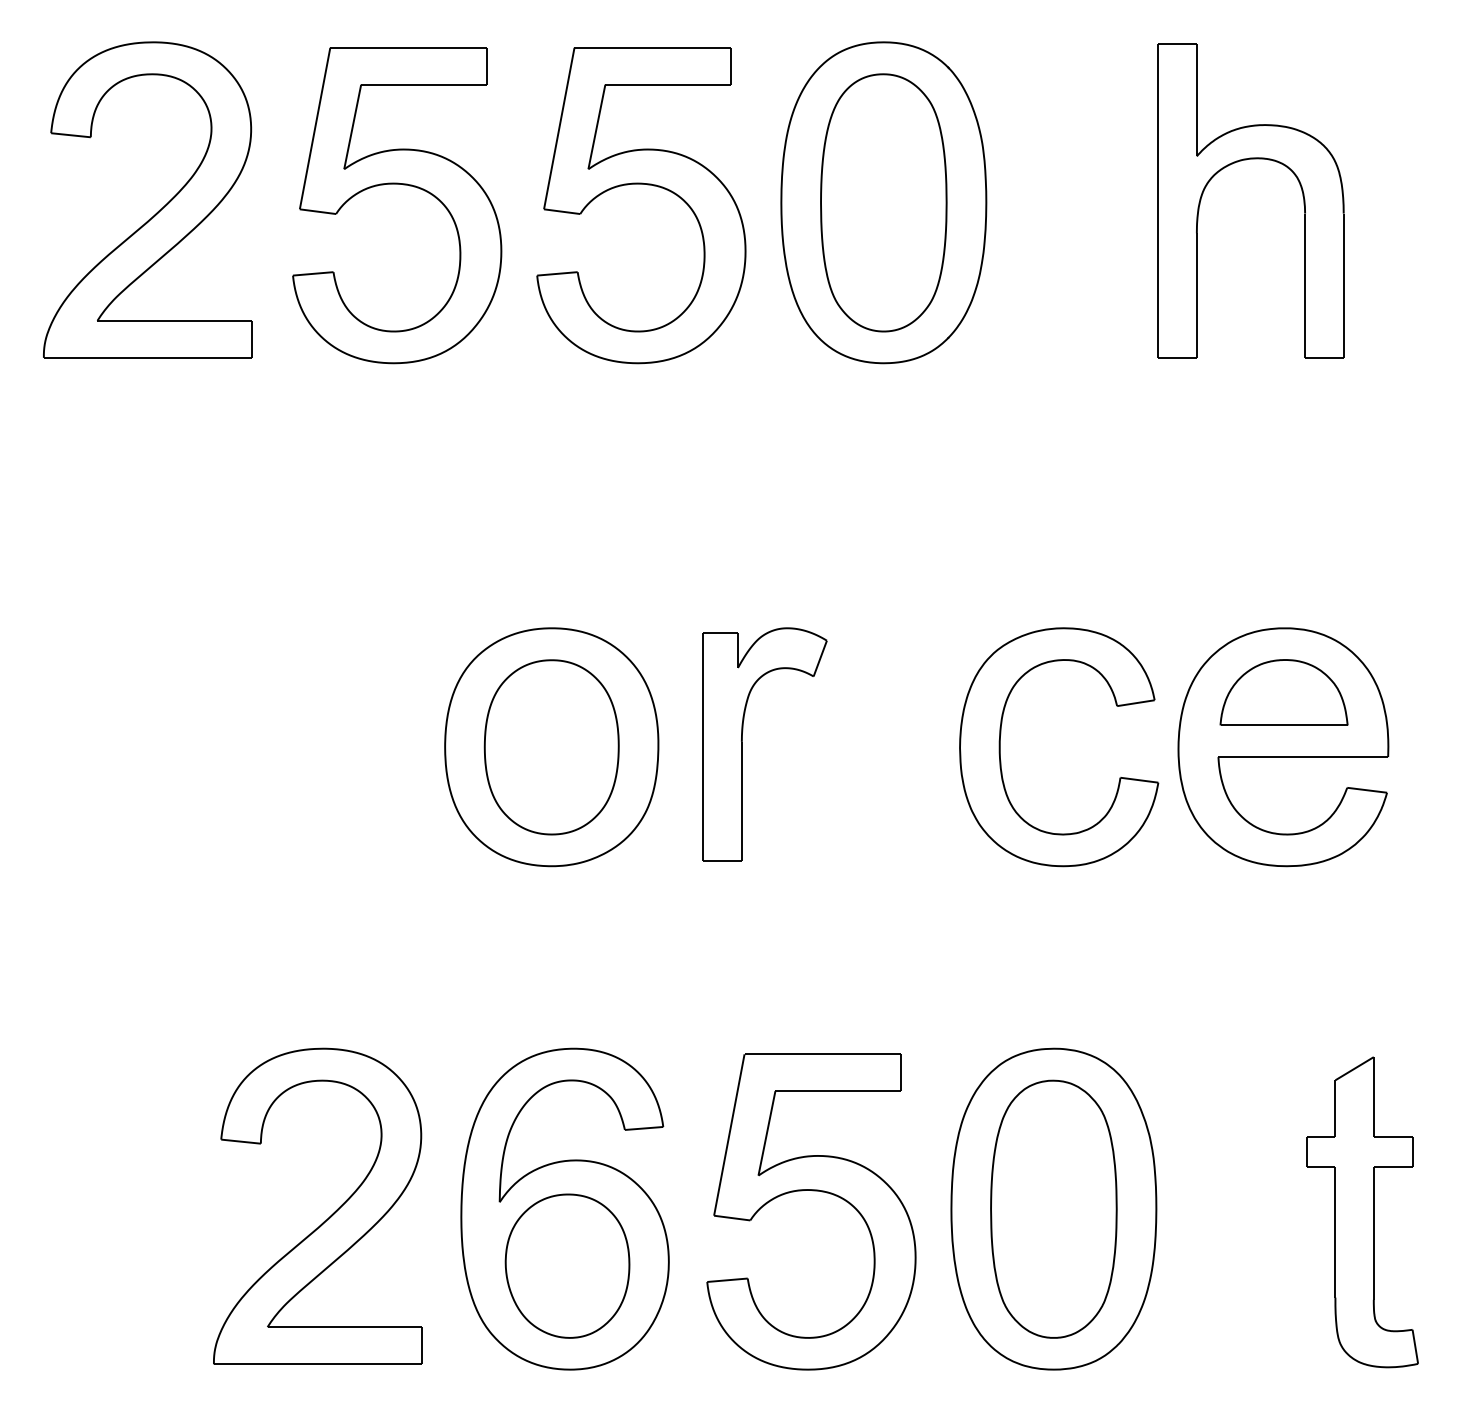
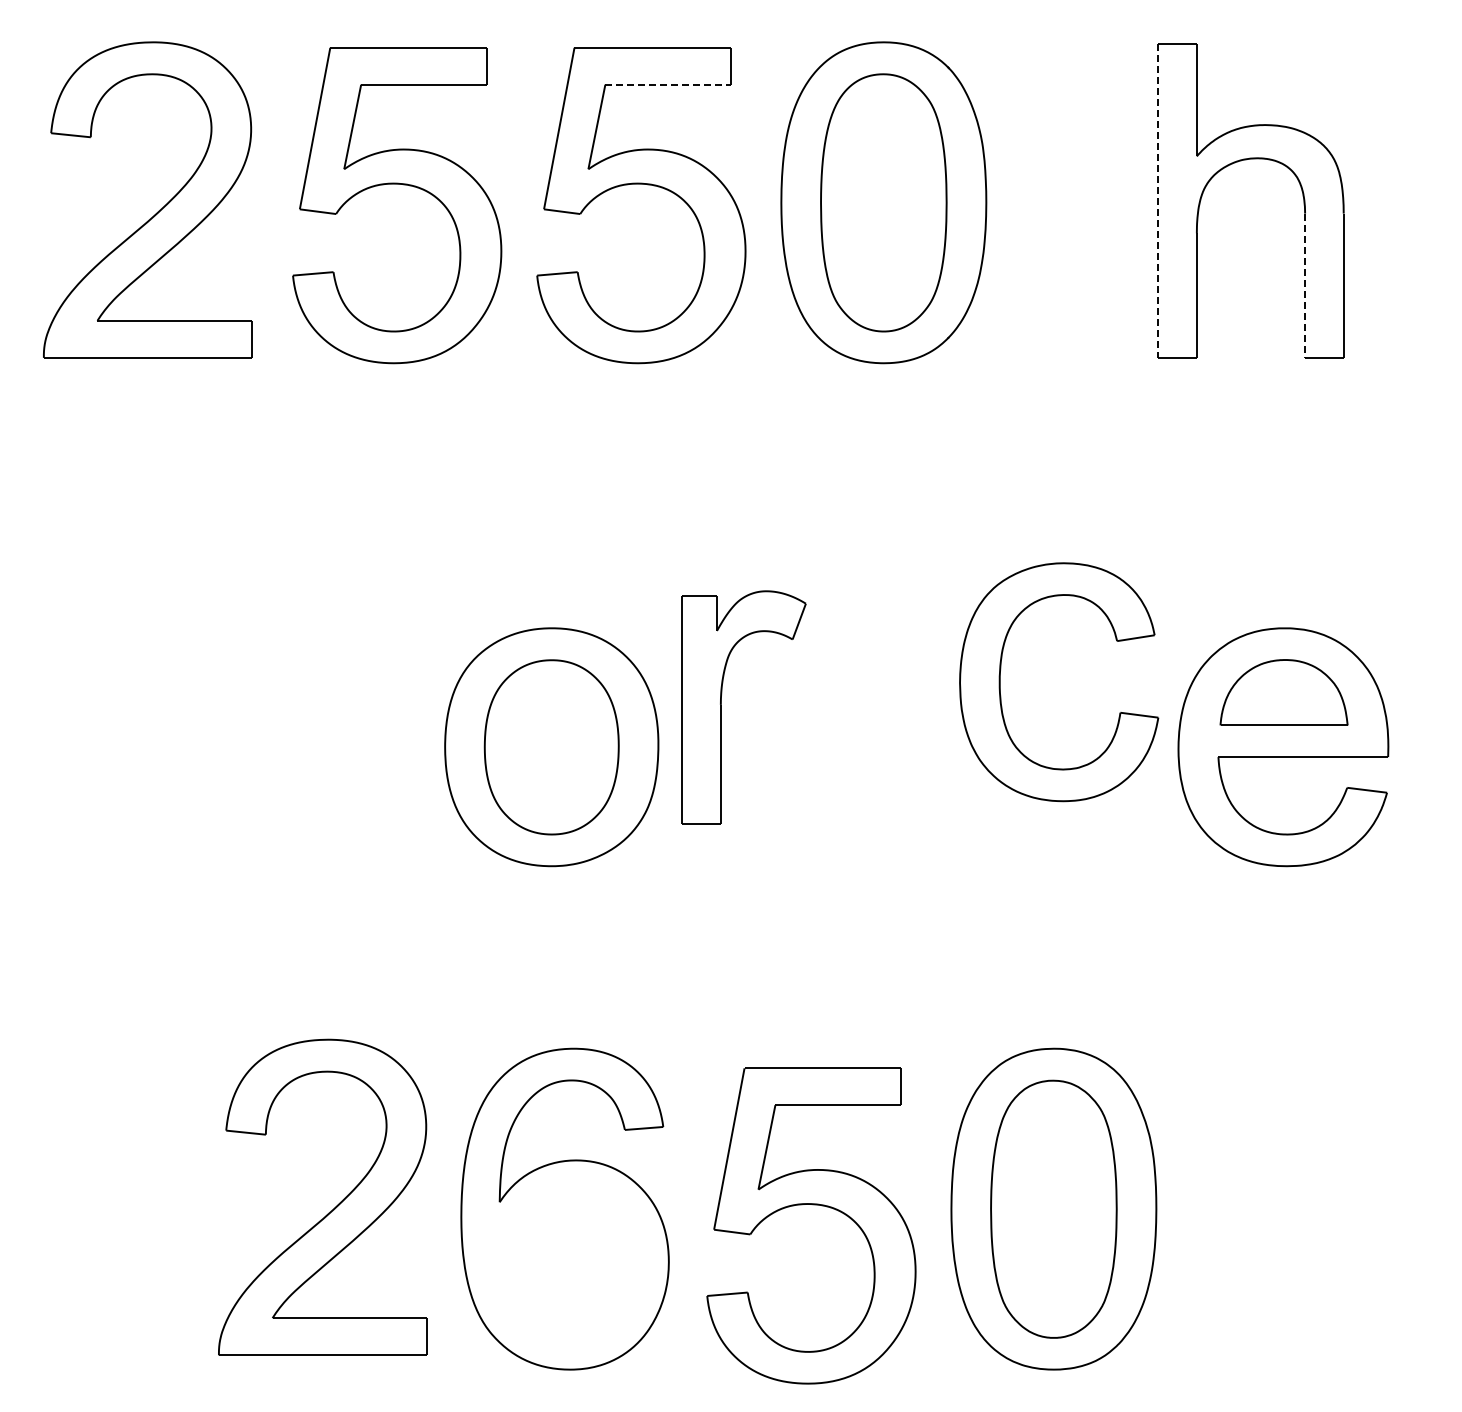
line at (668, 84): solid -> dashed
line at (1158, 201): solid -> dashed
line at (1305, 286): solid -> dashed
part at (742, 744) position: (742, 744) -> (721, 707)
part at (1000, 747) position: (1000, 747) -> (1000, 682)
part at (812, 1191) position: (812, 1191) -> (812, 1205)
part at (1362, 1212): present -> none
part at (329, 1216) position: (329, 1216) -> (334, 1207)
part at (567, 1265): present -> none
